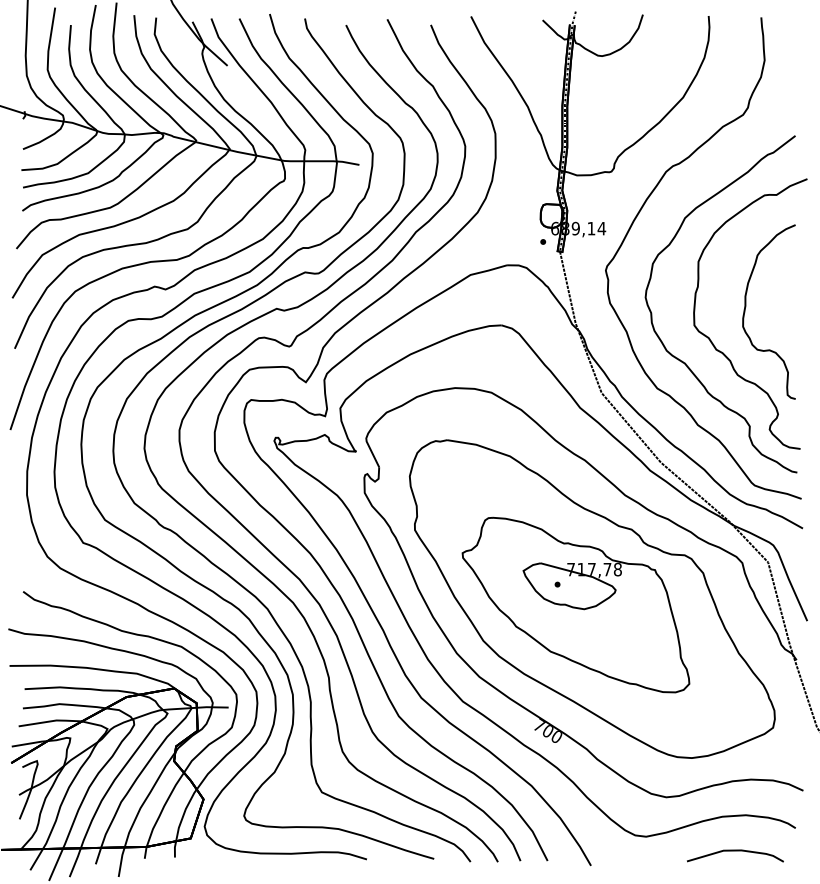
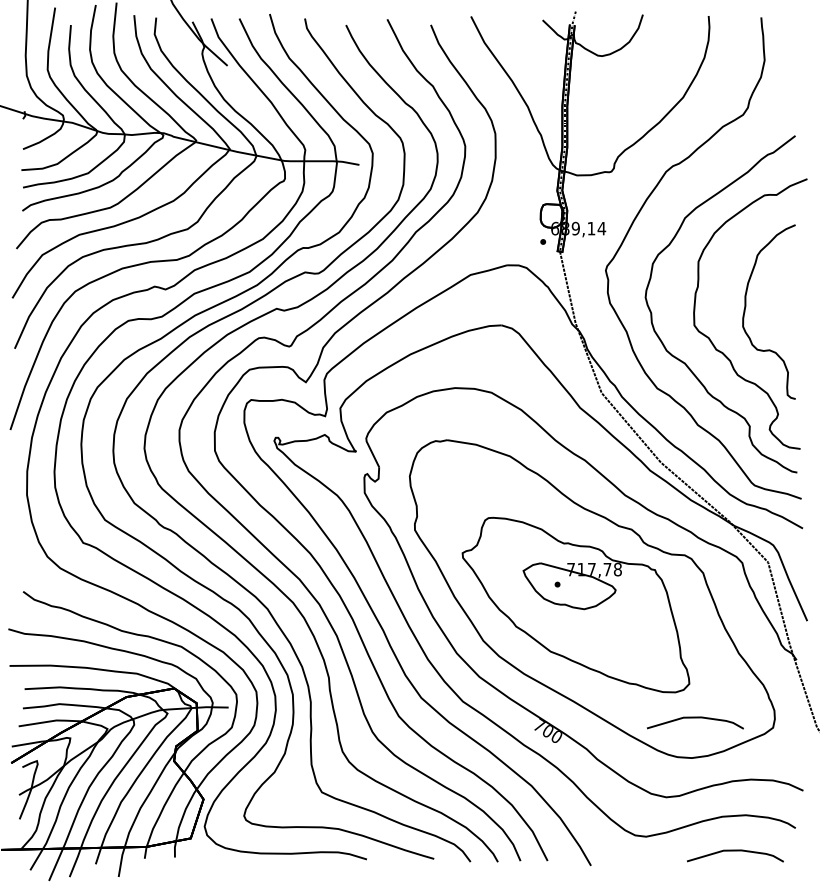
curve at (695, 718): none -> present
